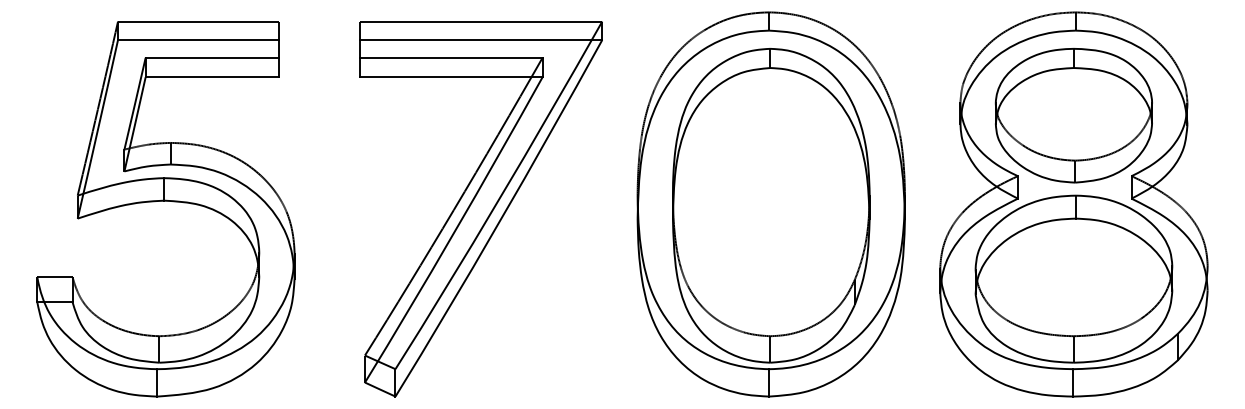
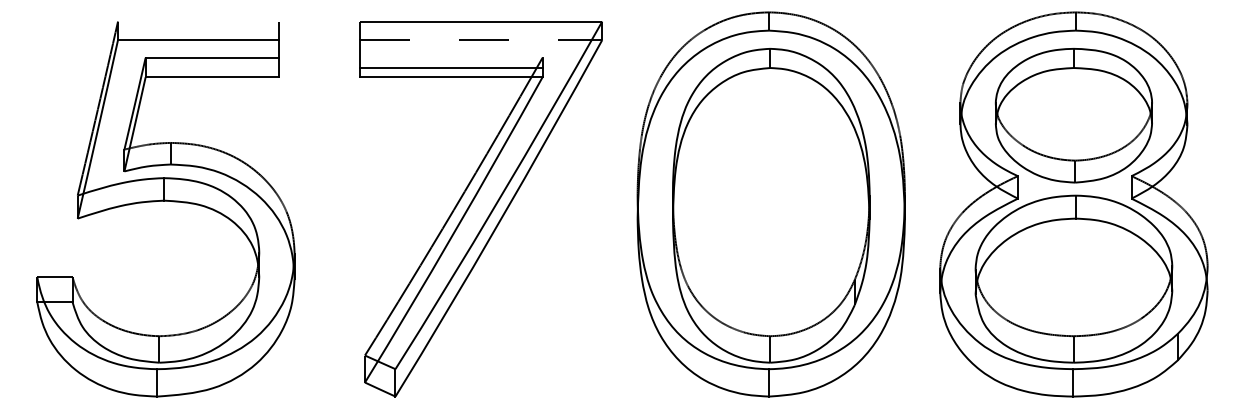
line at (198, 21): present -> none
line at (481, 40): solid -> dashed
line at (451, 57) position: (451, 57) -> (451, 67)
